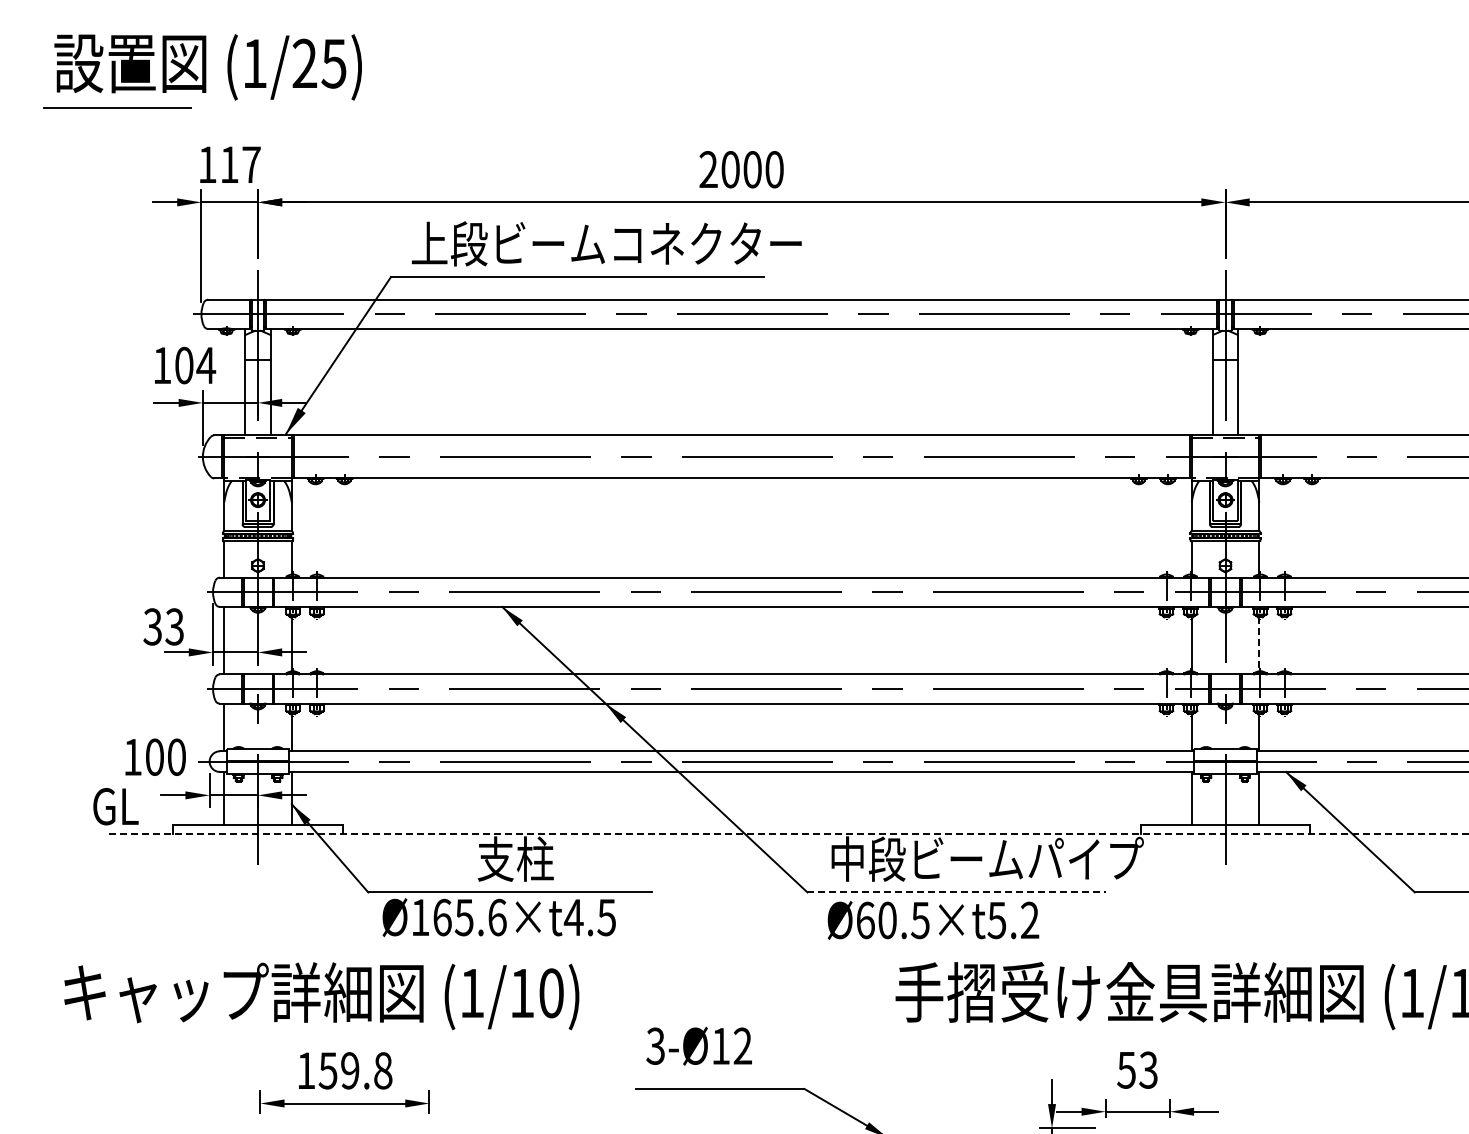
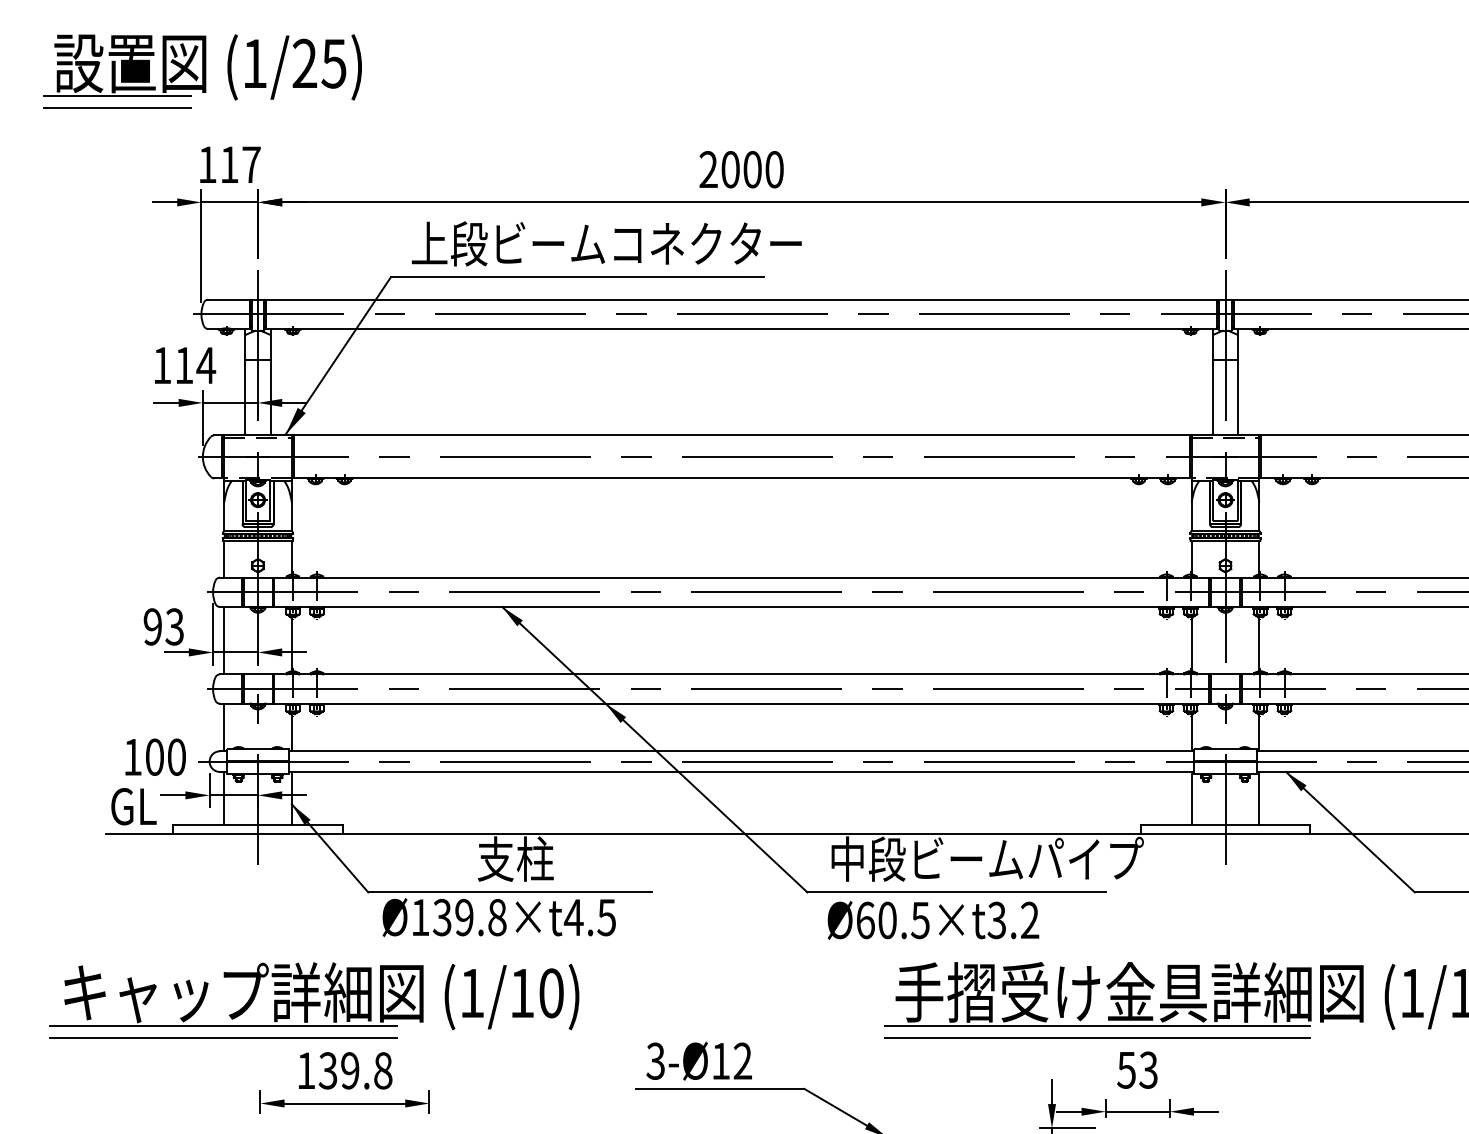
line at (117, 96): none -> present
text at (184, 365): 104 -> 114
text at (152, 626): 33 -> 93
line at (1259, 644): dashed -> solid
text at (115, 806) position: (115, 806) -> (133, 806)
line at (786, 834): dashed -> solid
line at (957, 892): dashed -> solid
text at (469, 917): Ø165.6×t4.5 -> Ø139.8×t4.5
text at (996, 919): Ø60.5×t5.2 -> Ø60.5×t3.2
line at (223, 1025): none -> present
line at (1096, 1025): none -> present
line at (223, 1037): none -> present
line at (1097, 1037): none -> present
text at (698, 1045) position: (698, 1045) -> (698, 1060)
text at (328, 1070): 159.8 -> 139.8
